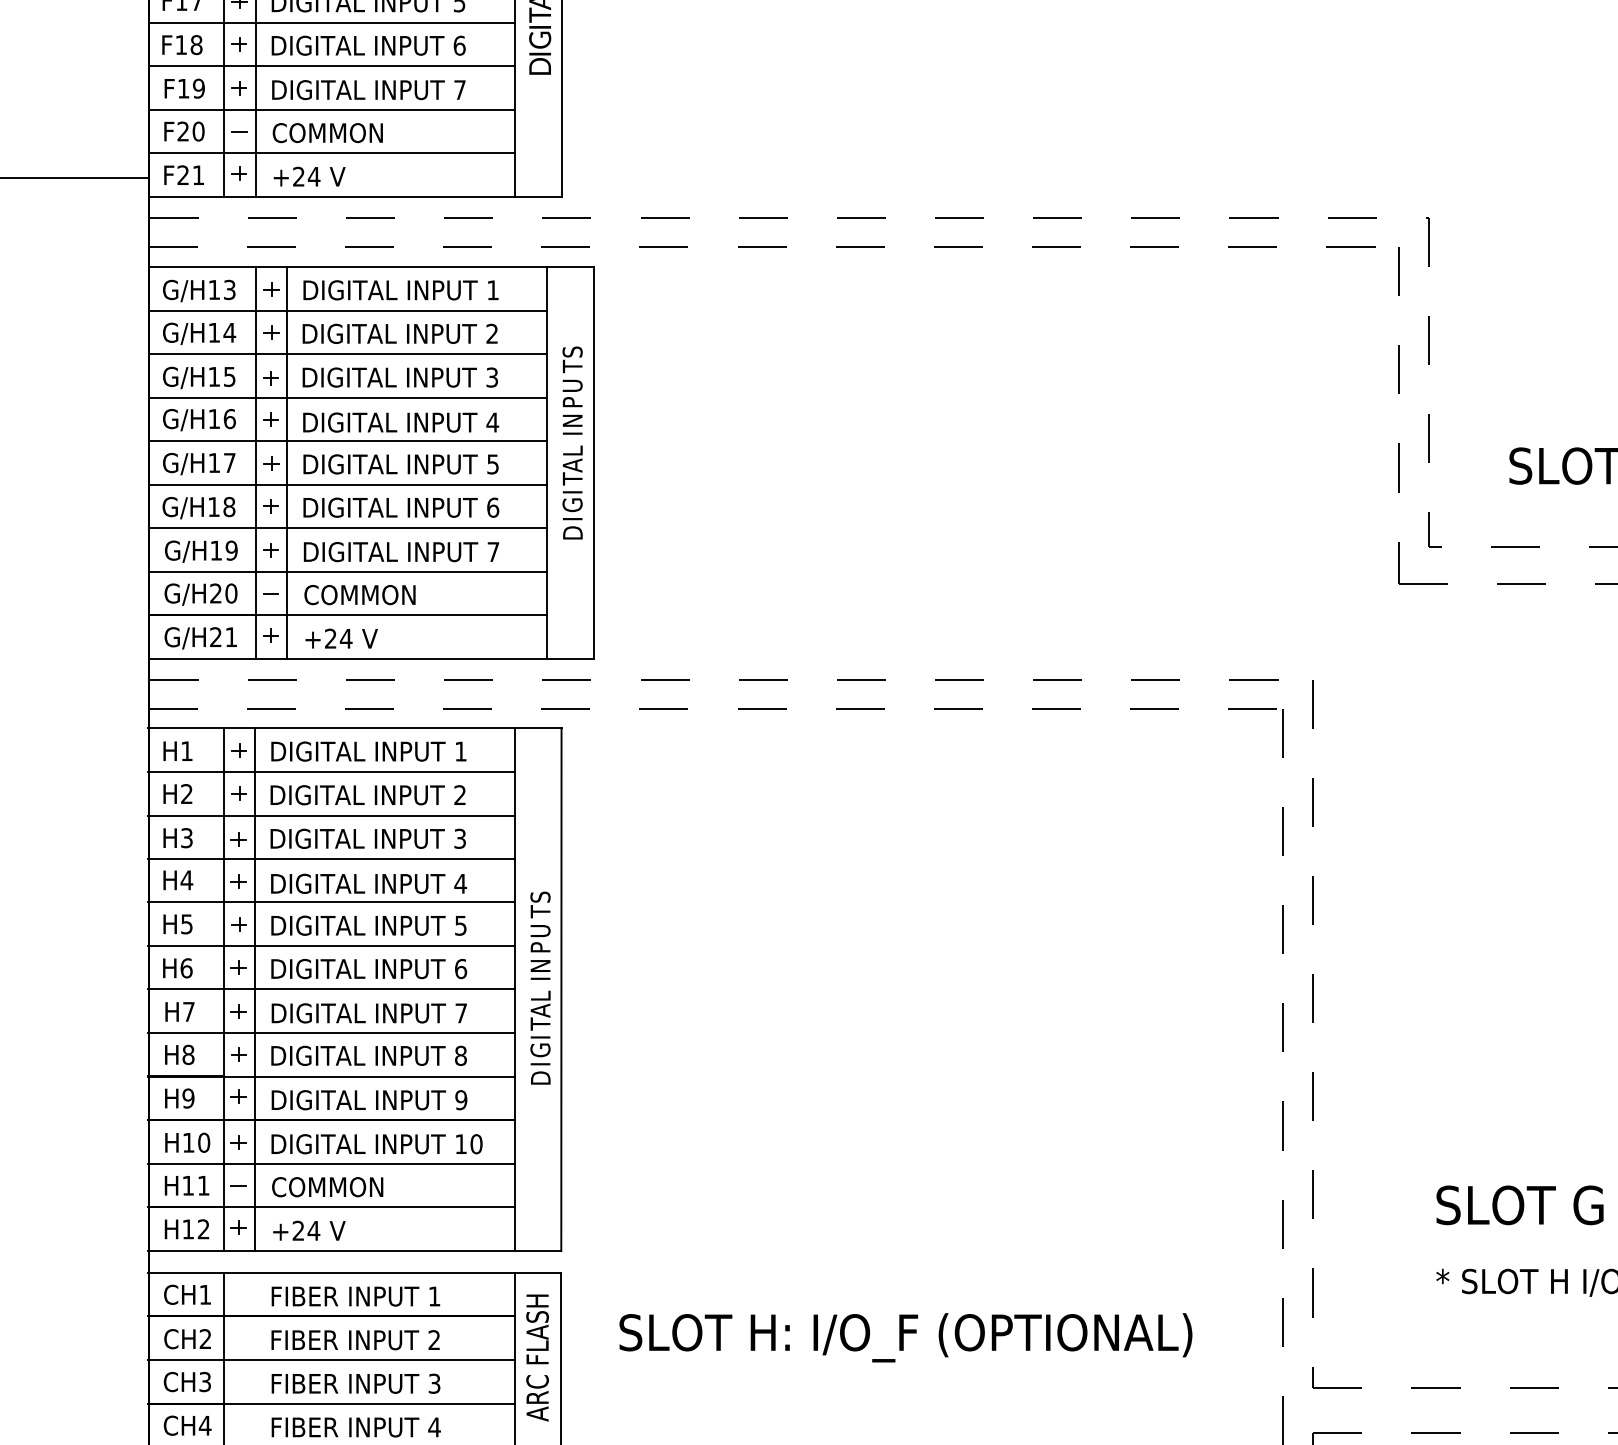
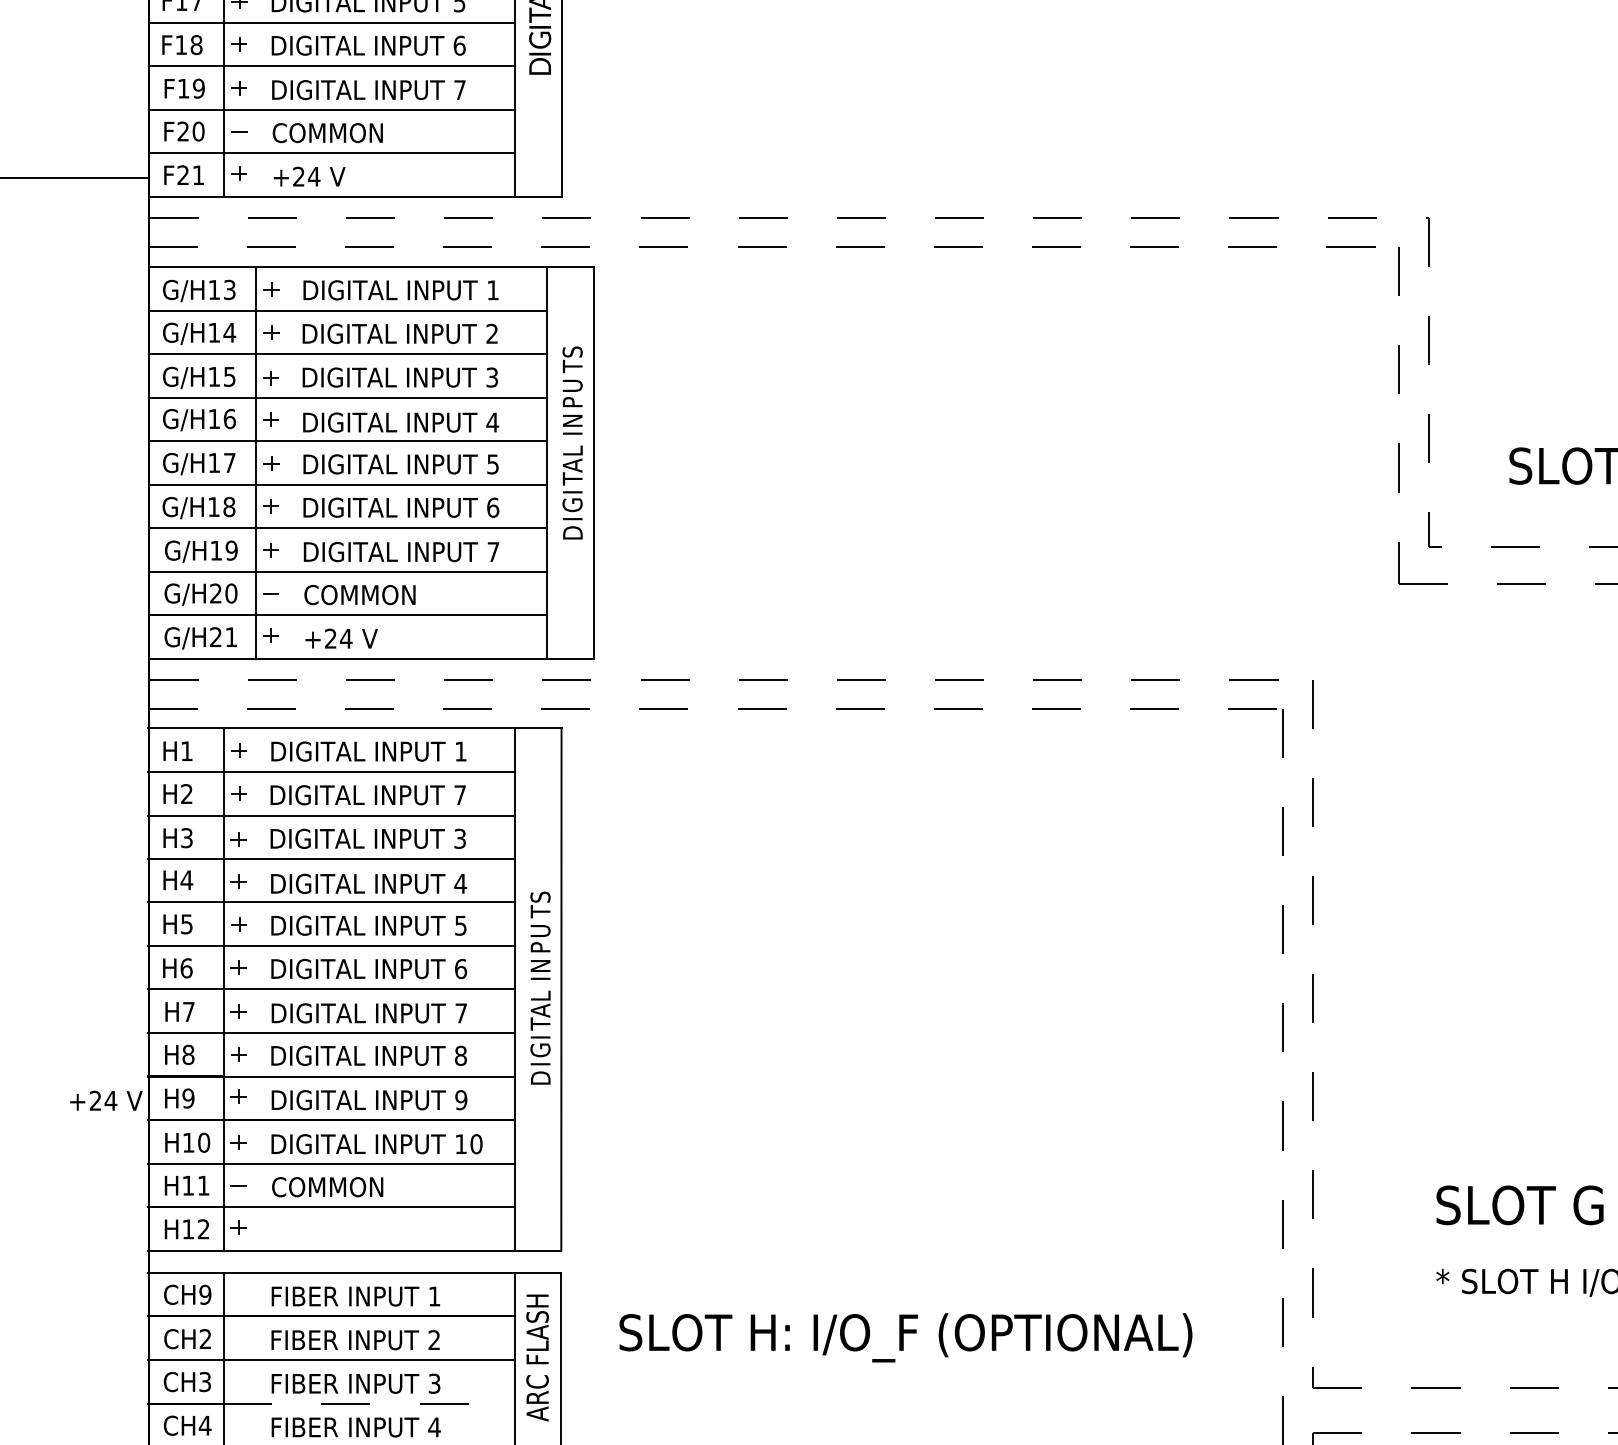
line at (255, 99): present -> none
line at (287, 462): present -> none
text at (459, 794): 2 -> 7
line at (255, 989): present -> none
text at (309, 1230) position: (309, 1230) -> (106, 1100)
text at (205, 1294): CH1 -> CH9
line at (369, 1403): solid -> dashed
